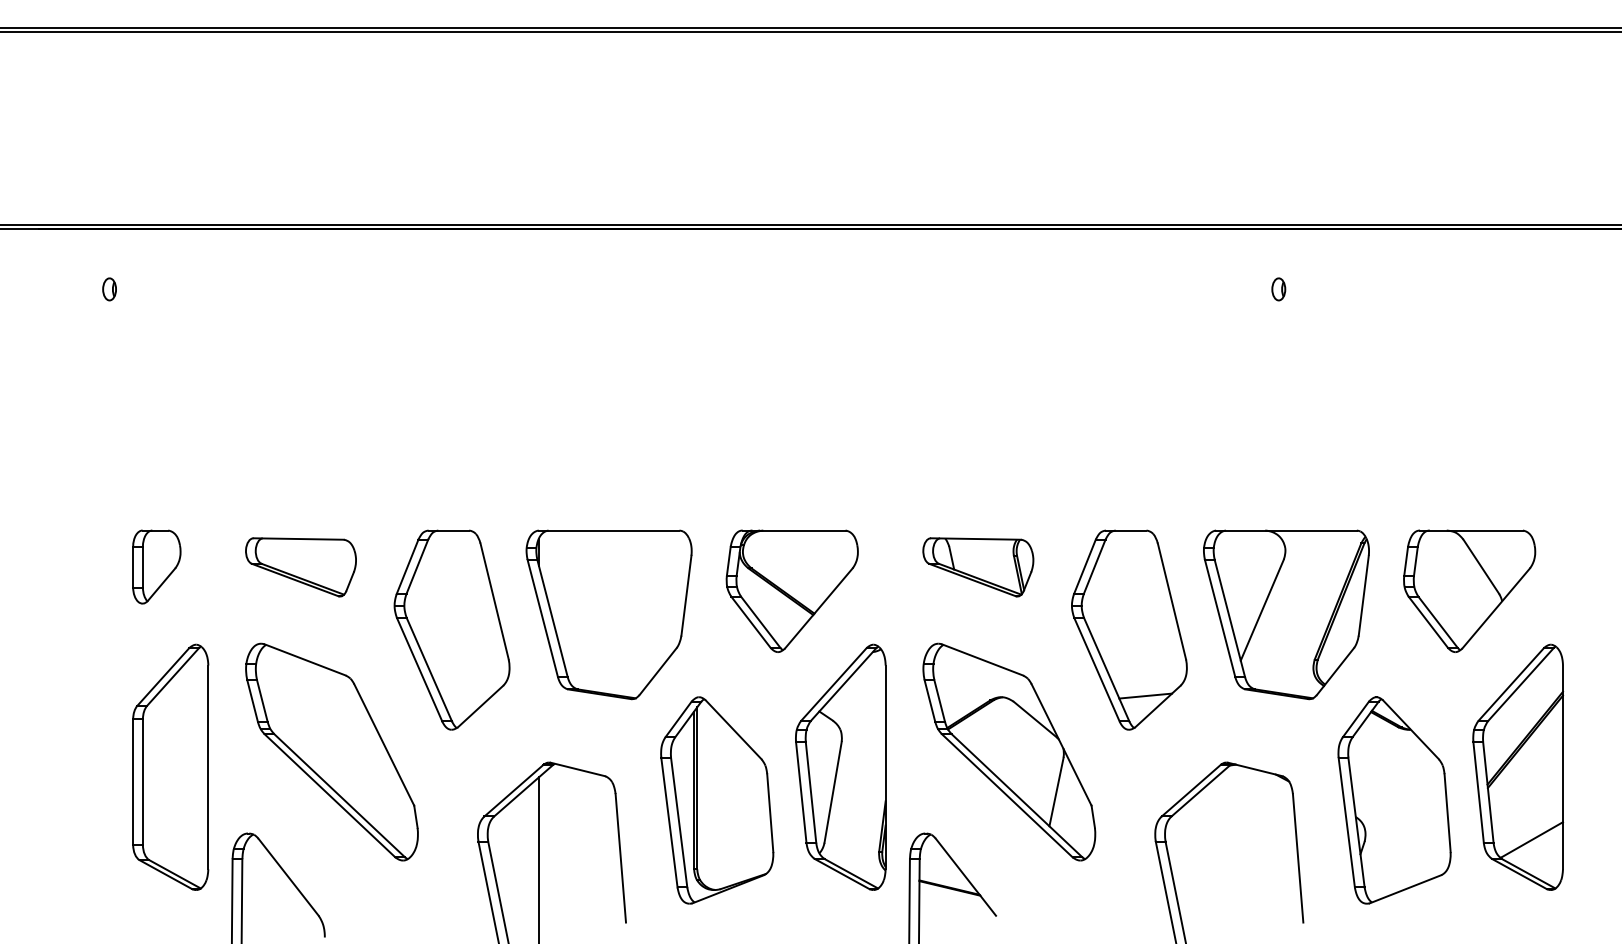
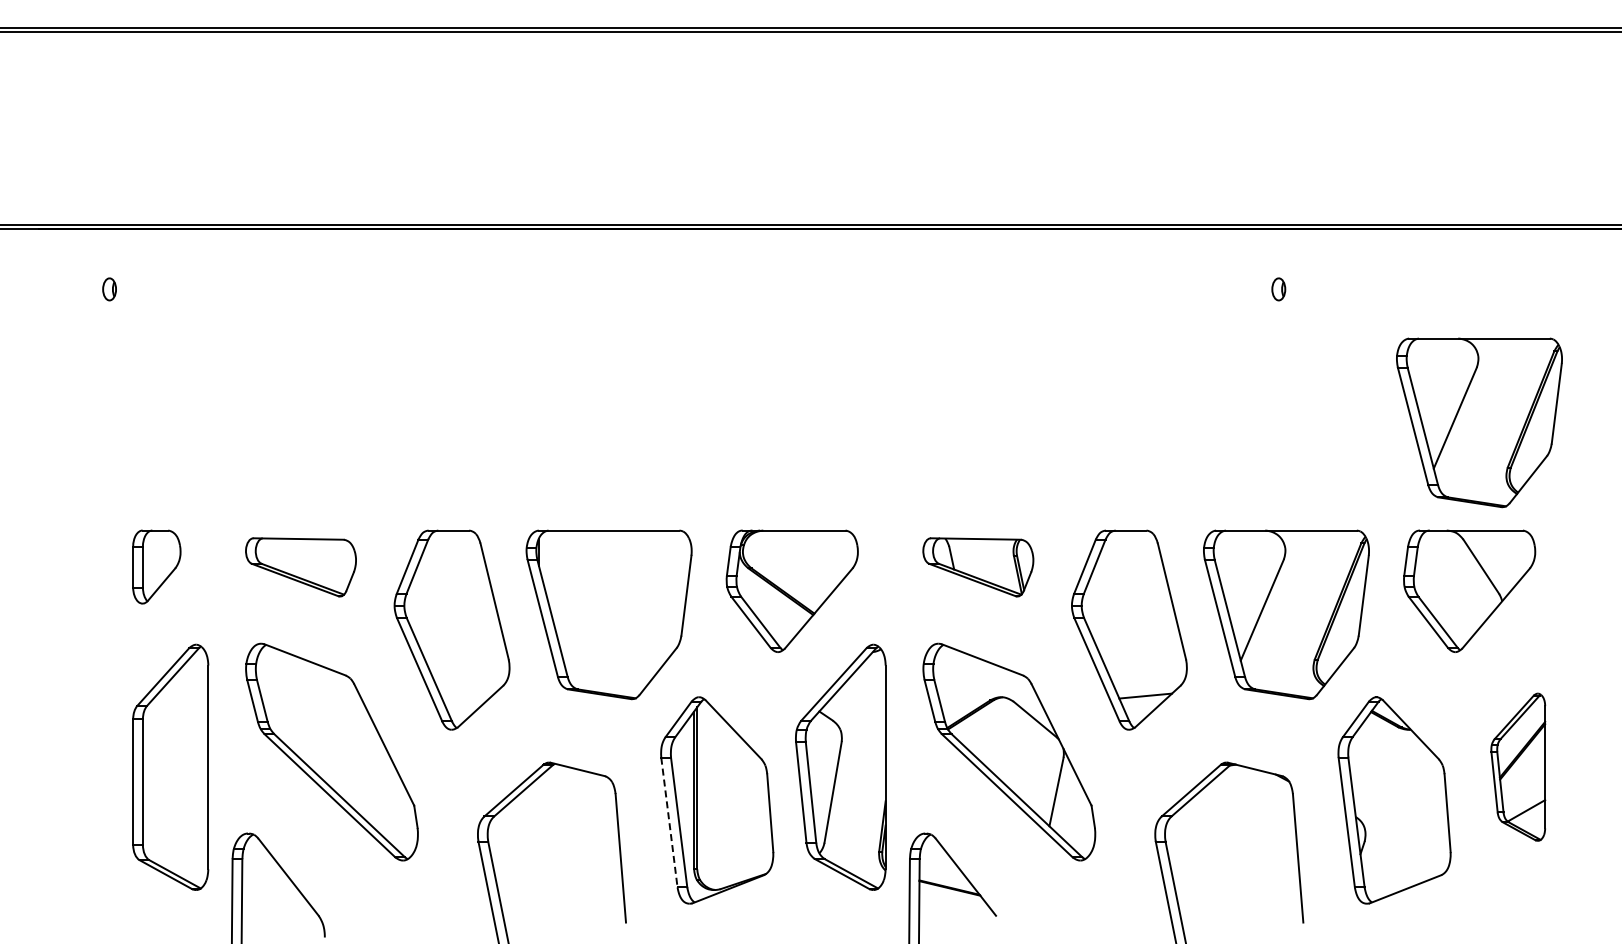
part at (1479, 422): none -> present
part at (1518, 766) size: 93x248 px -> 57x150 px
line at (669, 823): solid -> dashed
line at (538, 858): present -> none
